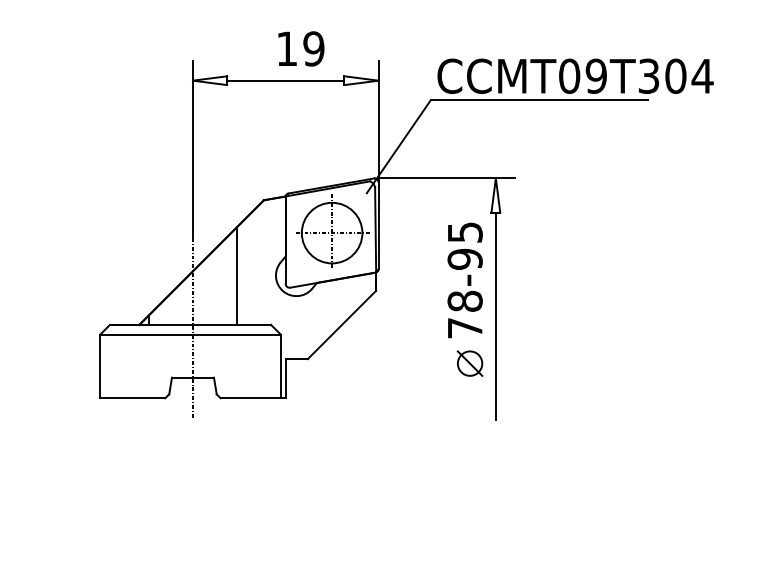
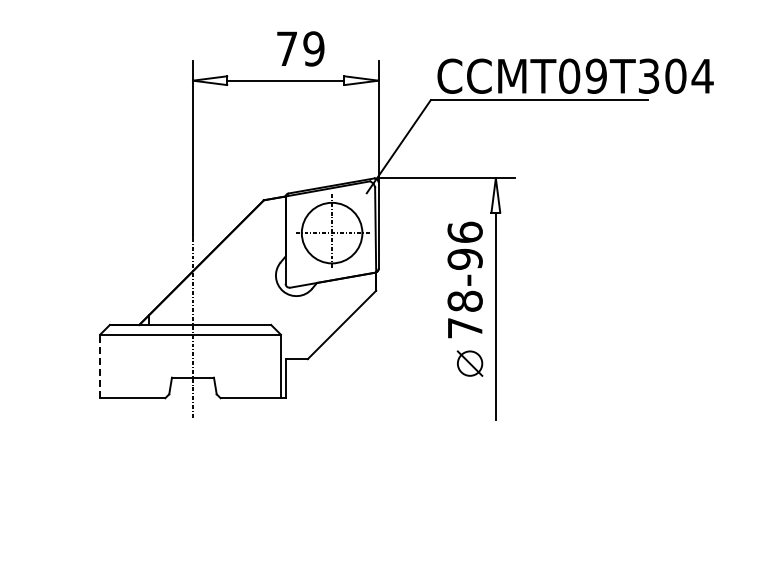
text at (286, 48): 19 -> 79
text at (464, 231): 78-95 -> 78-96
line at (236, 275): present -> none
line at (100, 366): solid -> dashed
